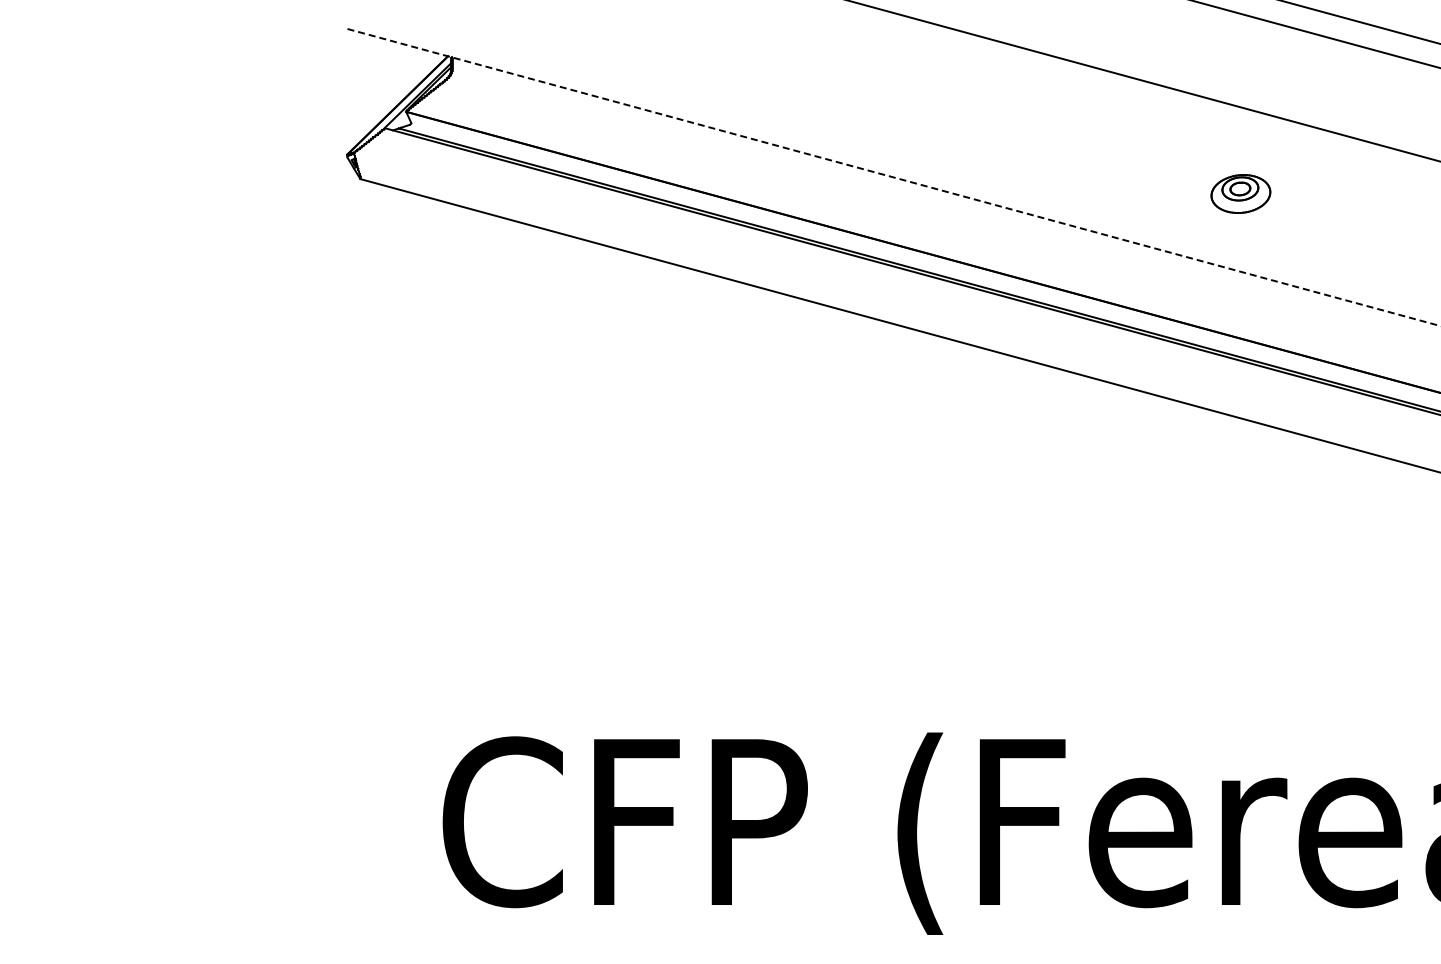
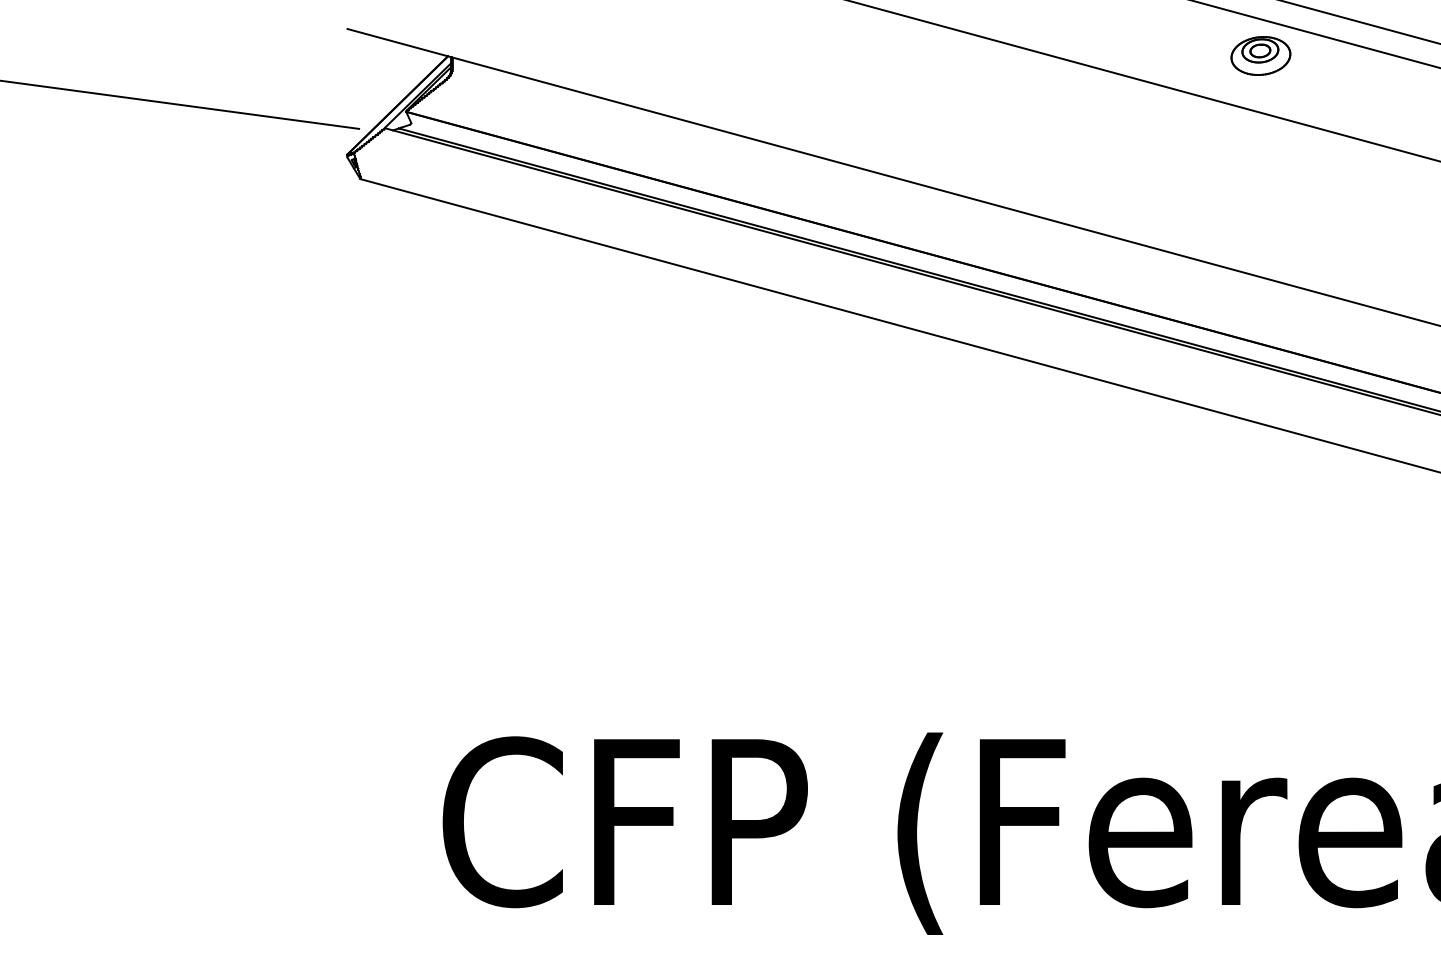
line at (180, 104): none -> present
line at (894, 177): dashed -> solid
part at (1240, 193) position: (1240, 193) -> (1260, 55)
